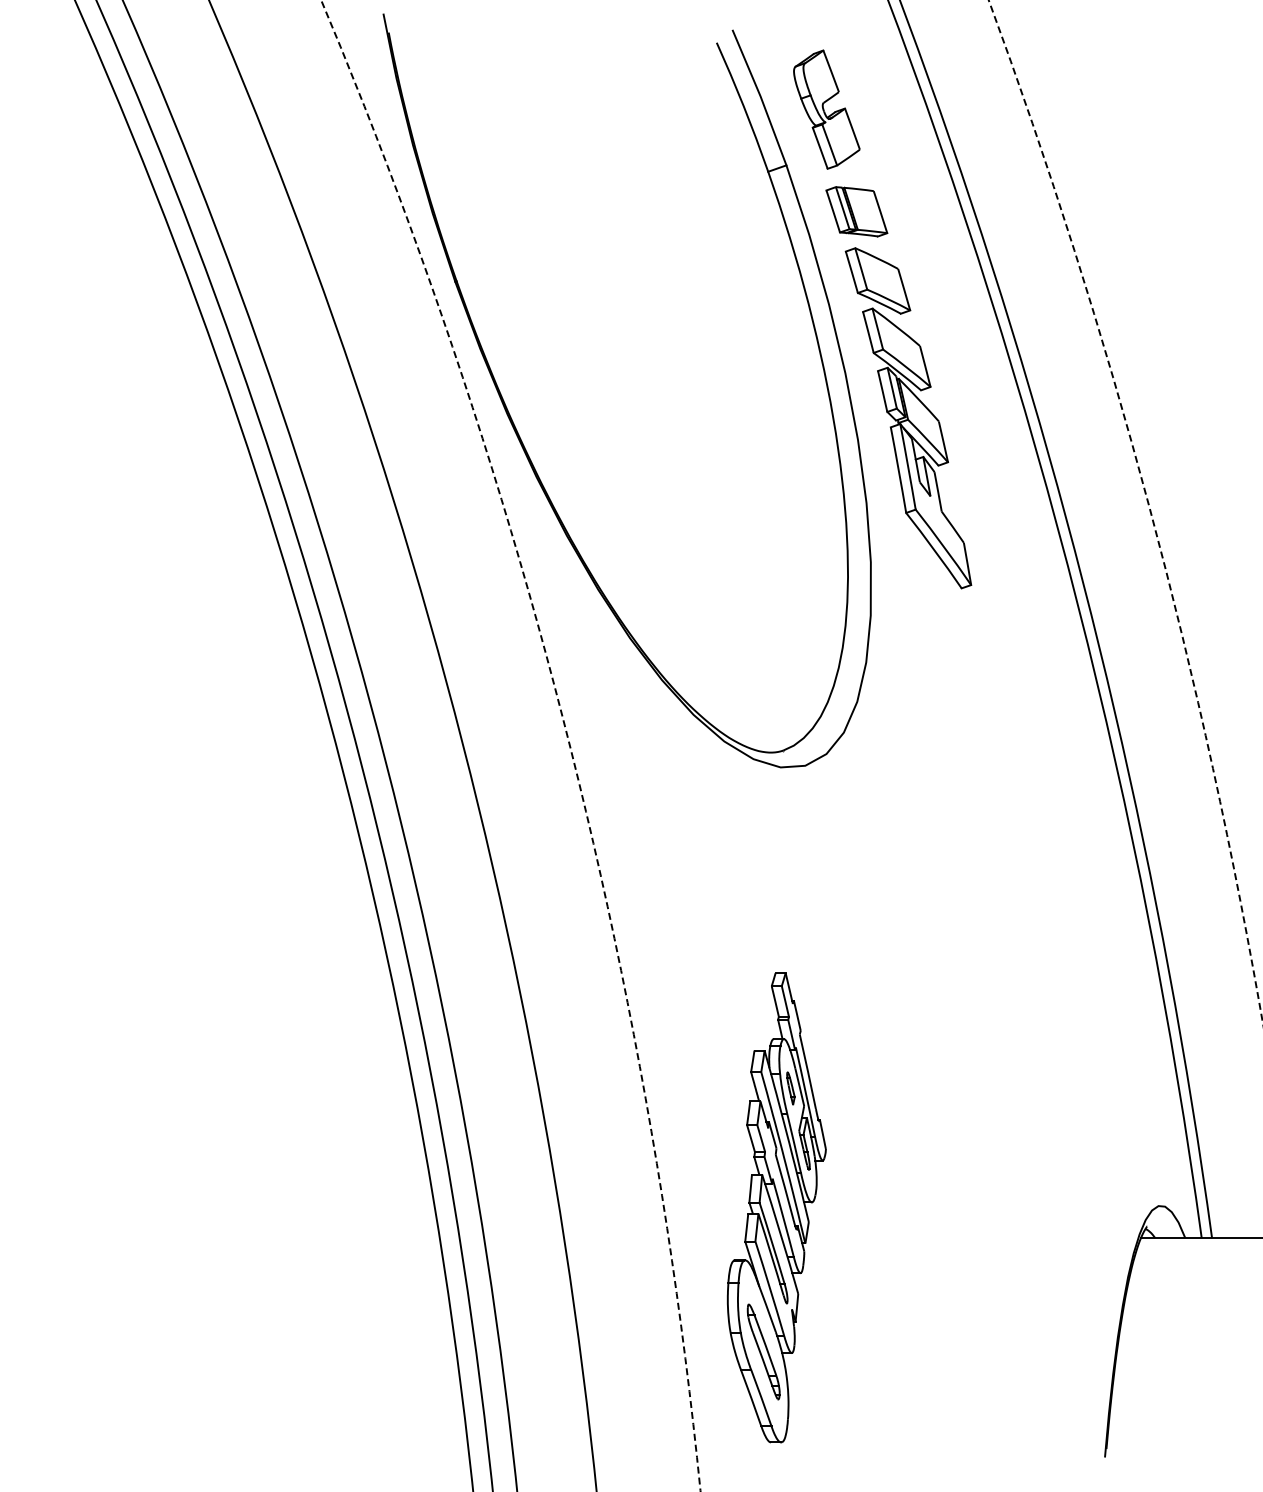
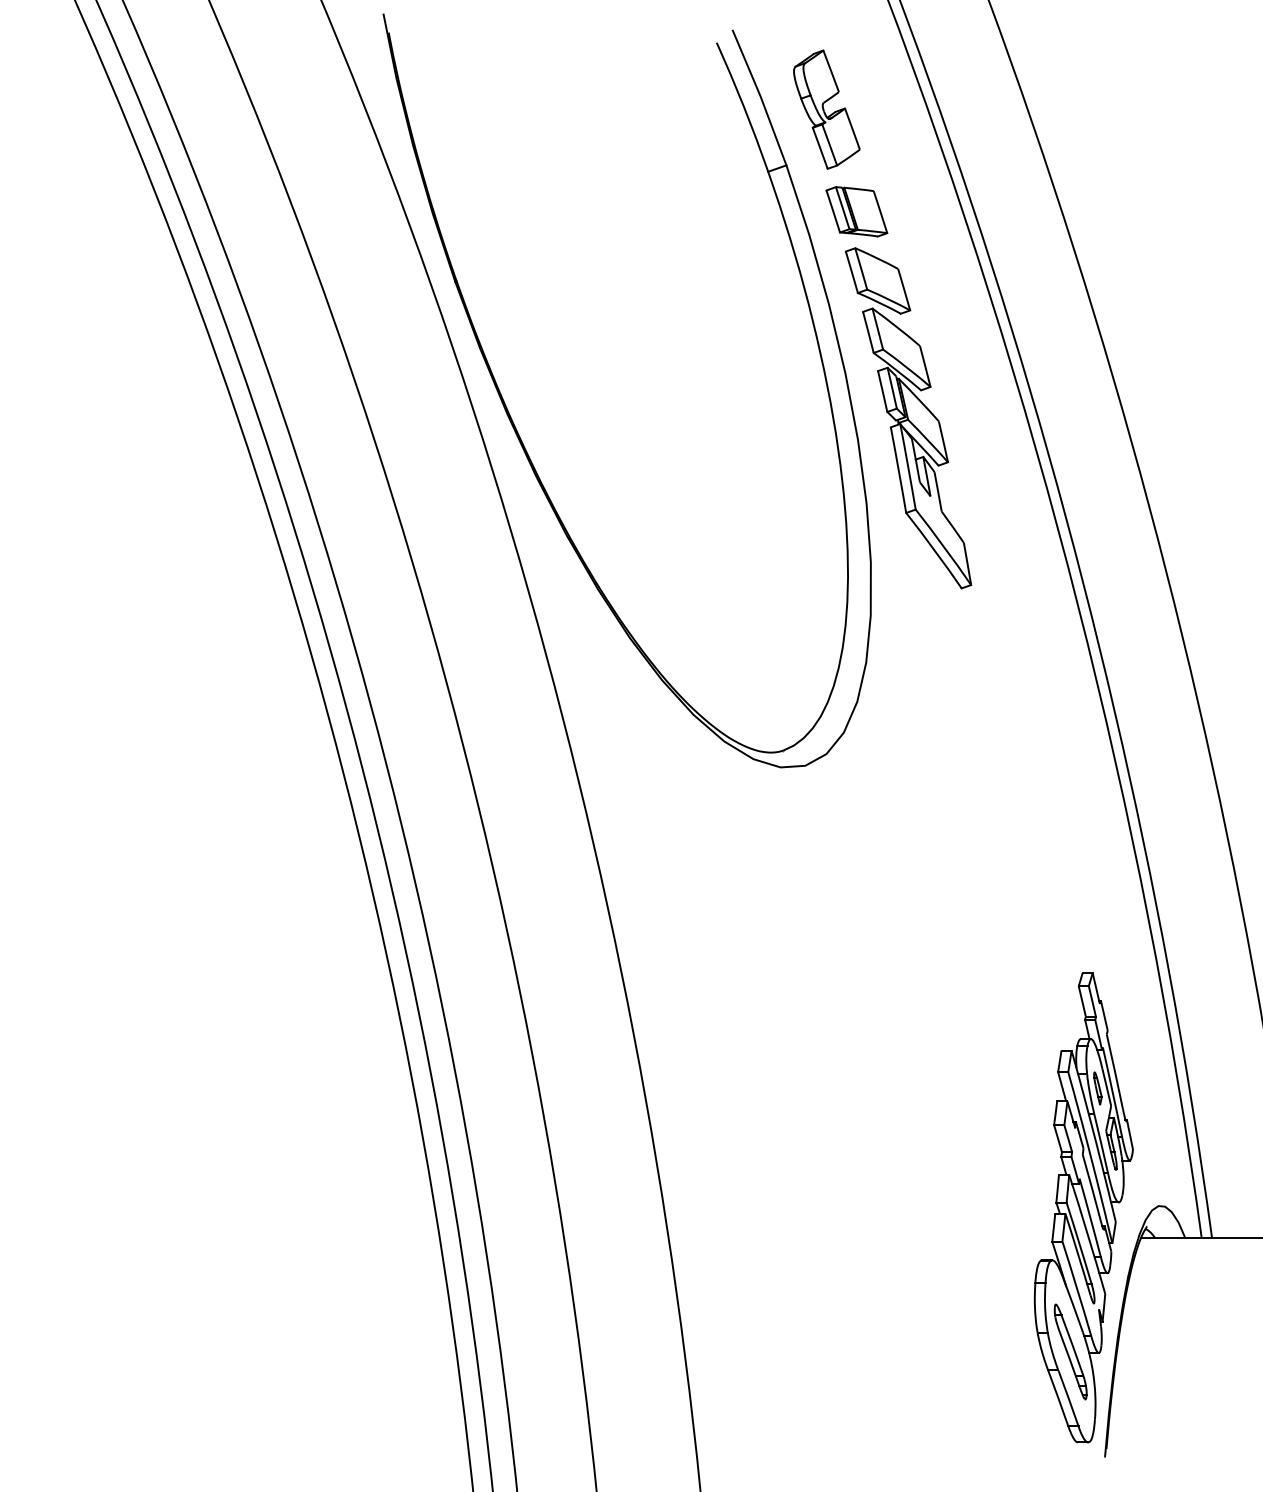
arc at (1149, 505): dashed -> solid
circle at (510, 745): dashed -> solid
part at (776, 1207) position: (776, 1207) -> (1083, 1207)
